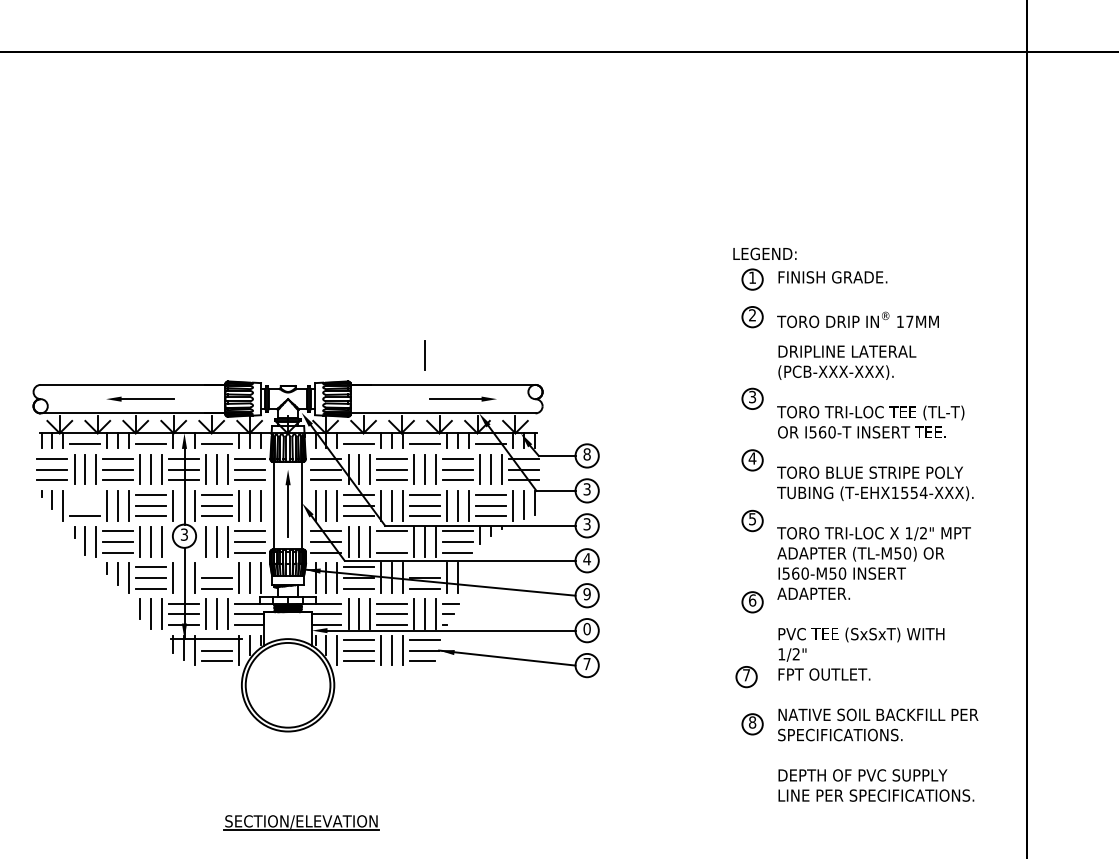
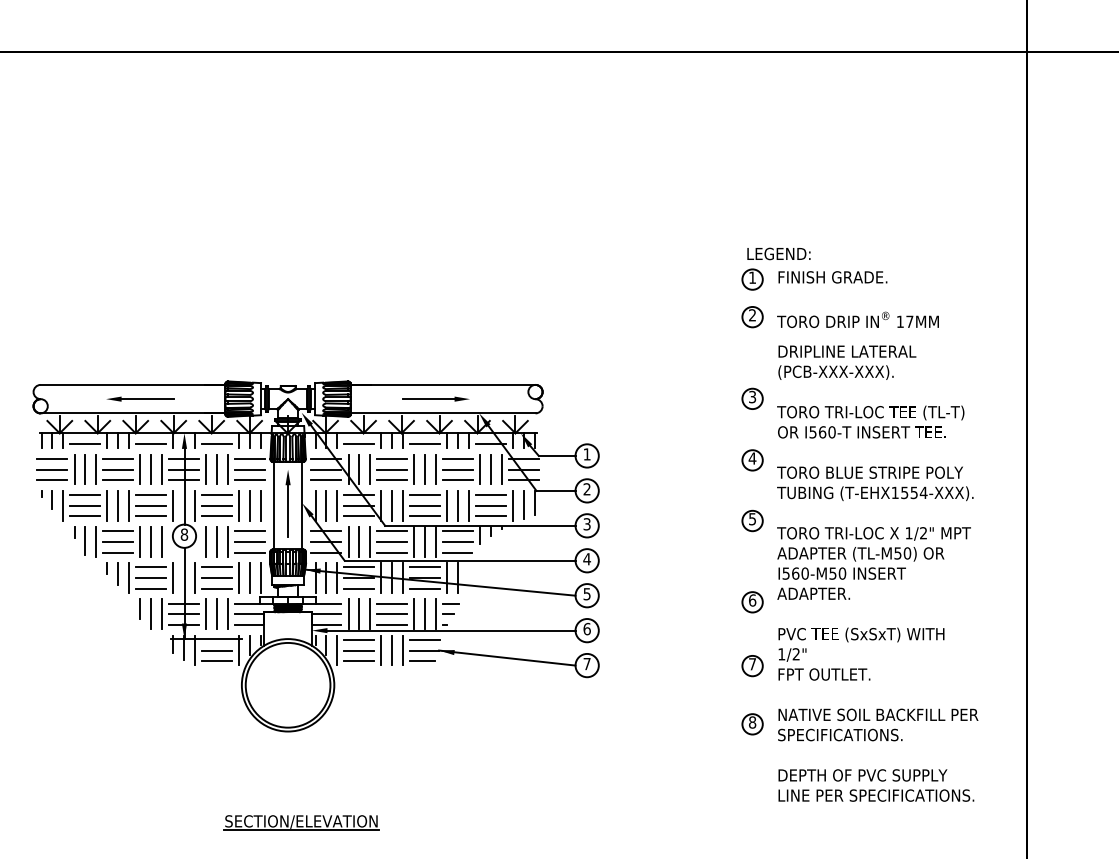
text at (764, 253) position: (764, 253) -> (778, 253)
line at (424, 355): present -> none
part at (462, 398) position: (462, 398) -> (435, 398)
text at (586, 454): 8 -> 1
text at (586, 489): 3 -> 2
line at (85, 495): none -> present
line at (85, 505): none -> present
text at (184, 534): 3 -> 8
line at (392, 541): none -> present
line at (216, 567): none -> present
line at (424, 567): none -> present
text at (586, 593): 9 -> 5
text at (586, 628): 0 -> 6
part at (746, 677) position: (746, 677) -> (752, 666)
